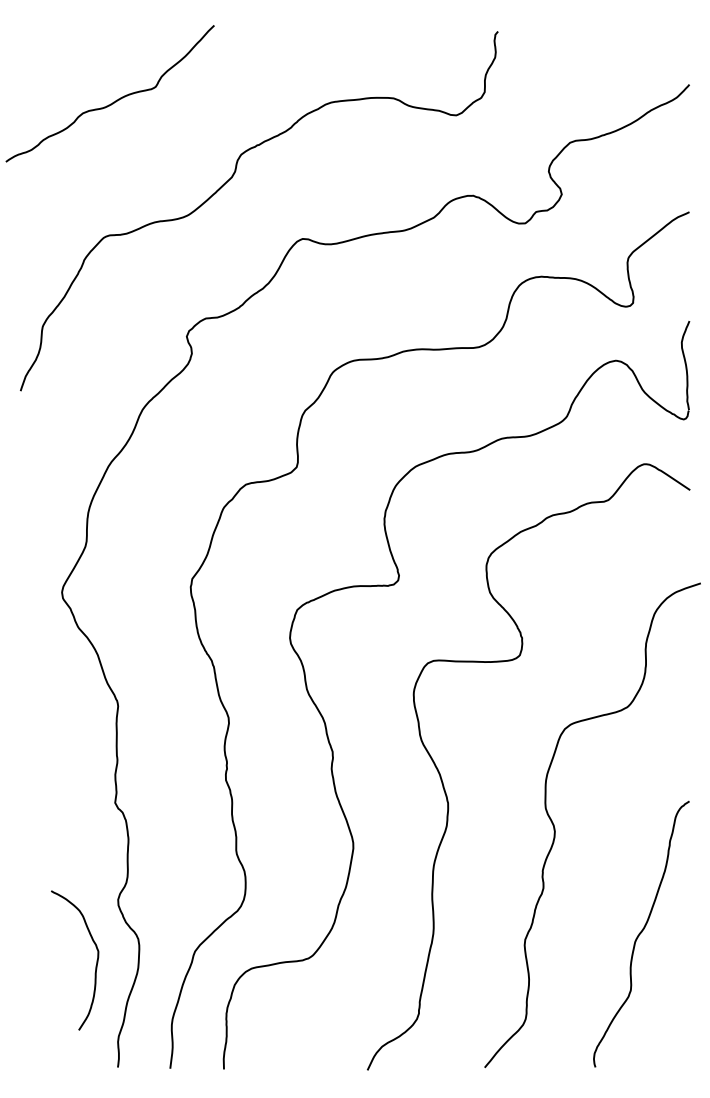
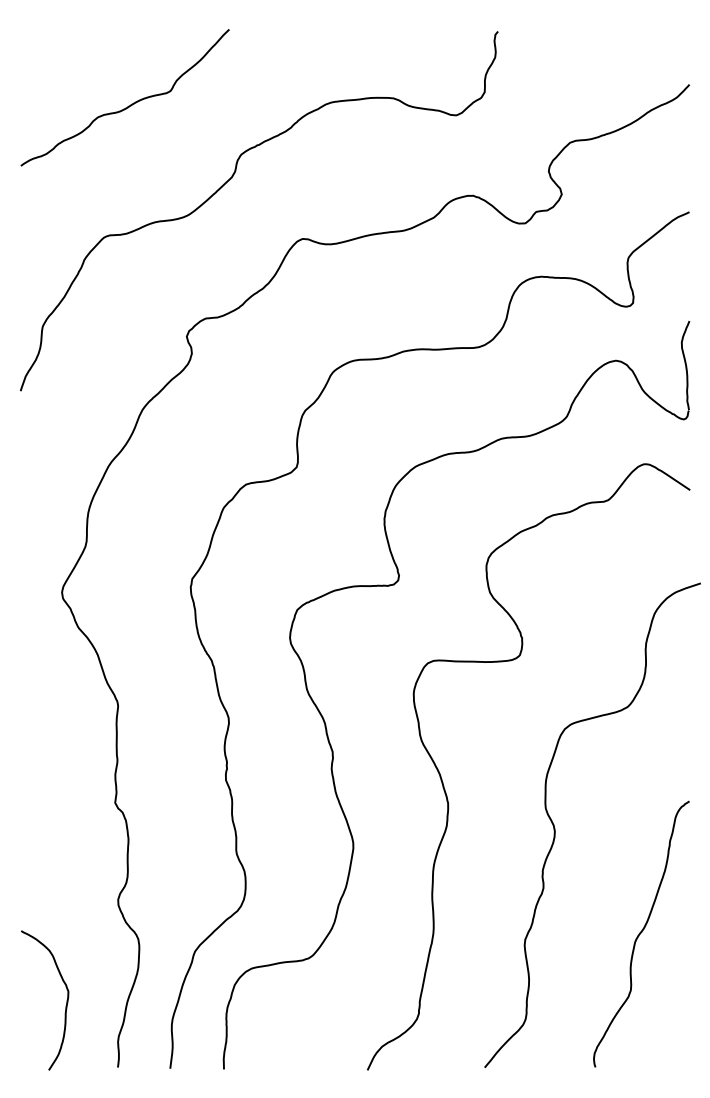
curve at (113, 101) position: (113, 101) -> (128, 105)
curve at (95, 965) position: (95, 965) -> (65, 1005)
